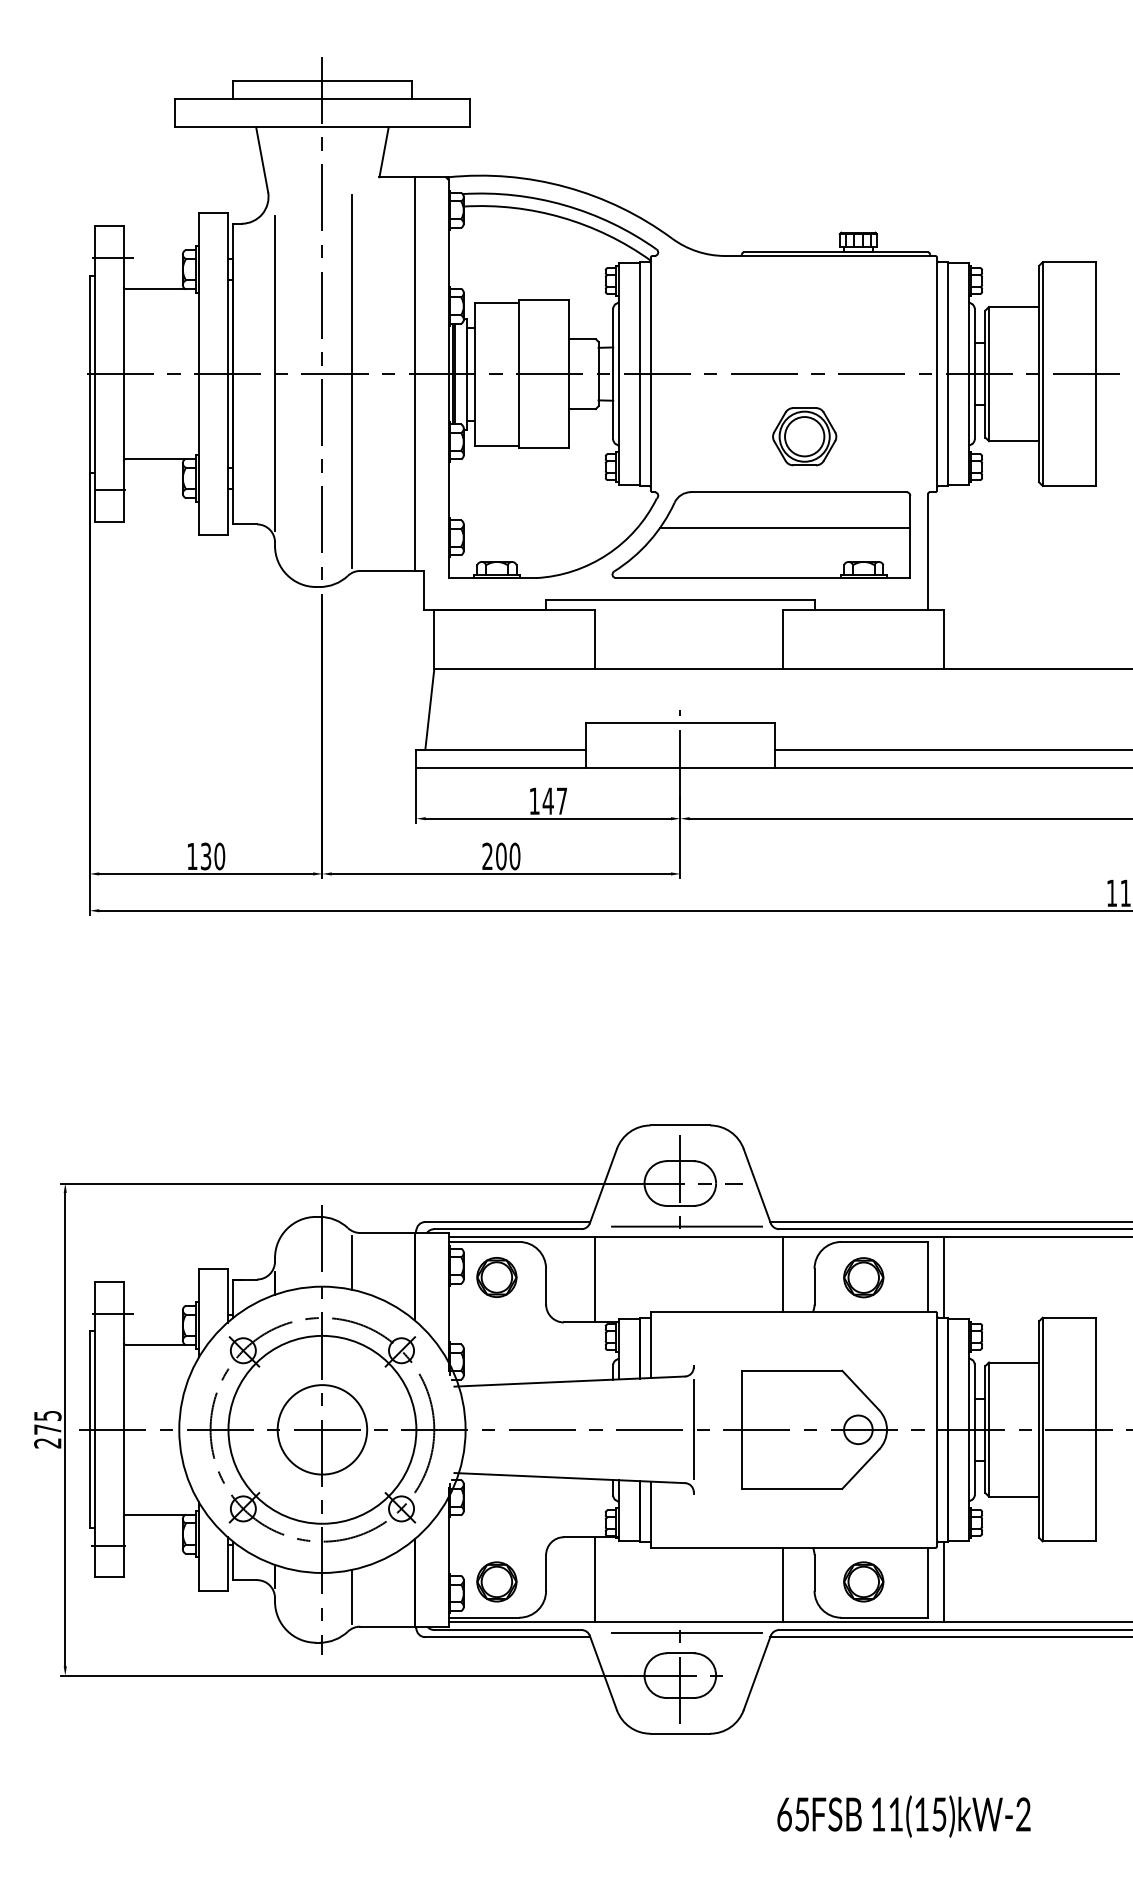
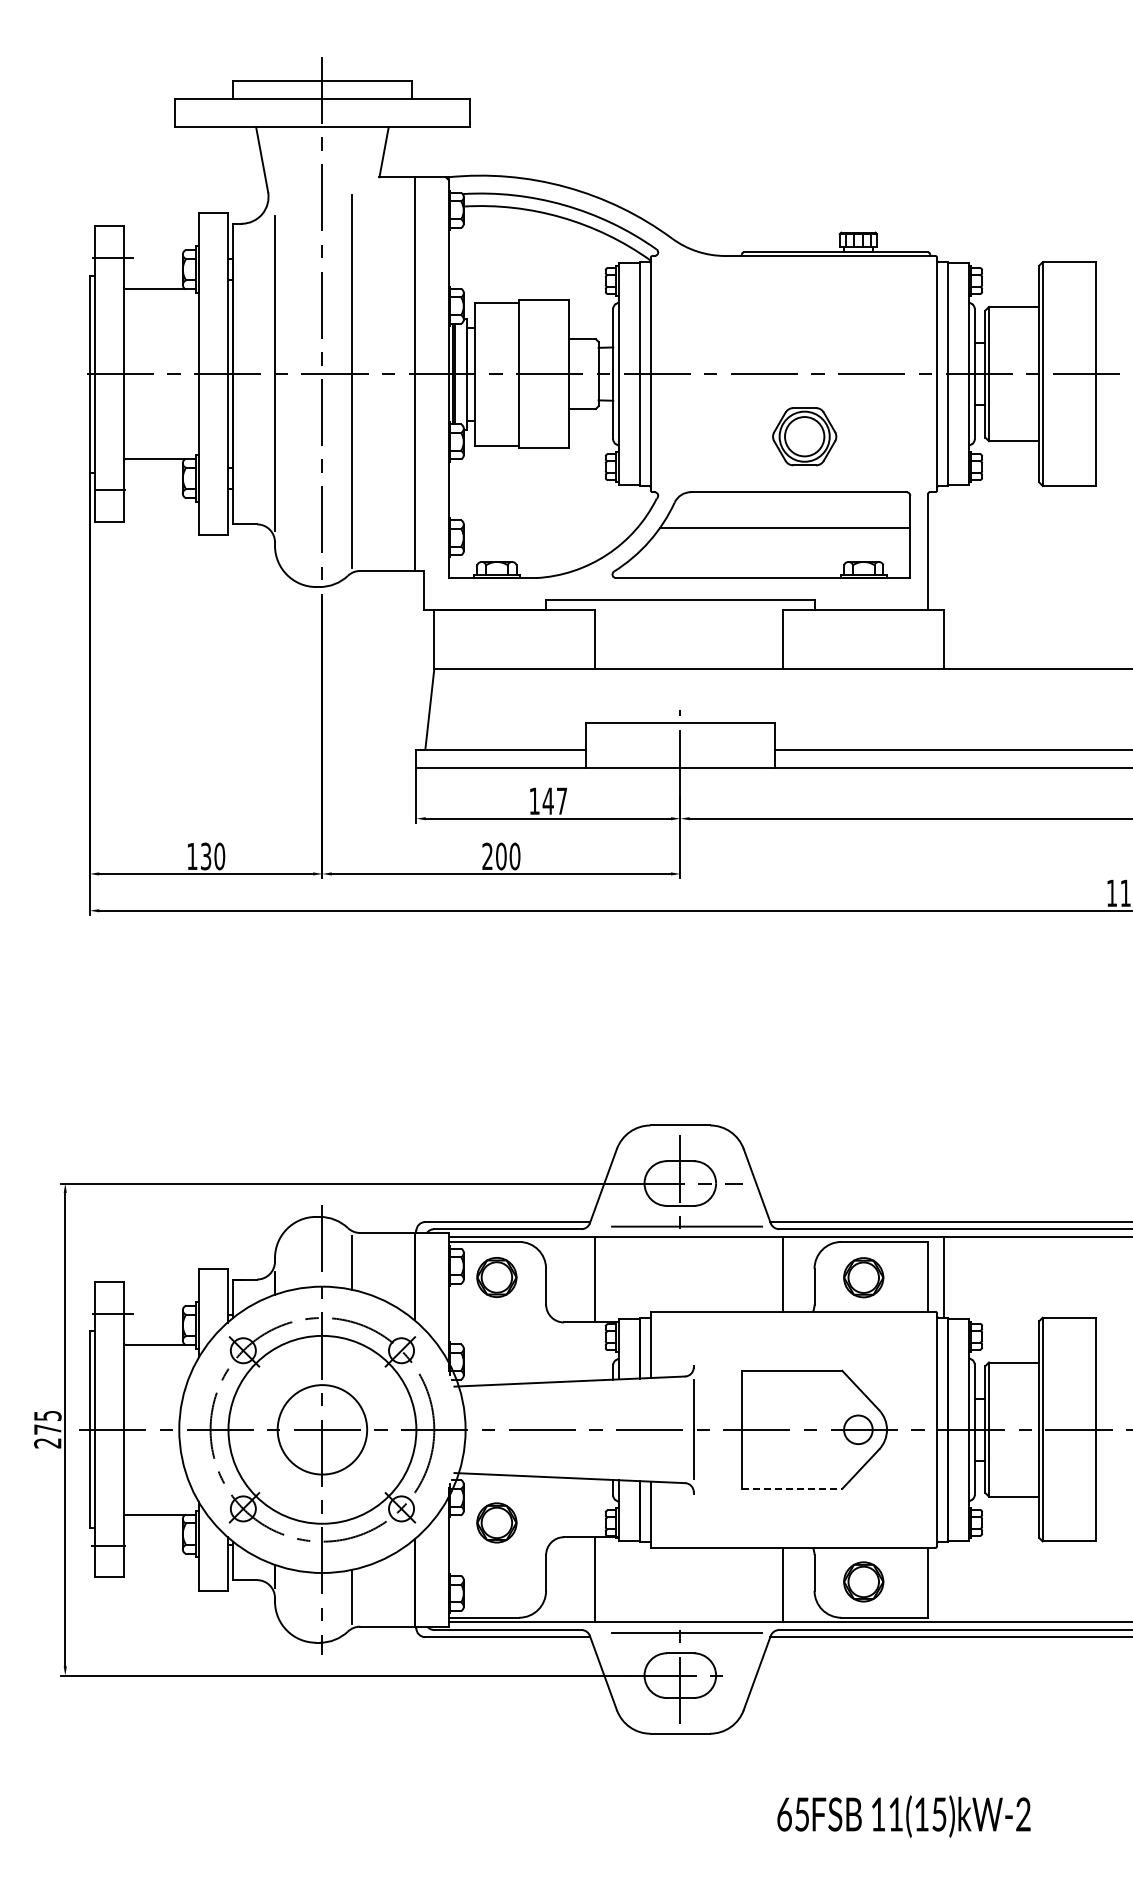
line at (792, 1488): solid -> dashed
part at (496, 1581) position: (496, 1581) -> (496, 1522)
line at (944, 1581): present -> none
